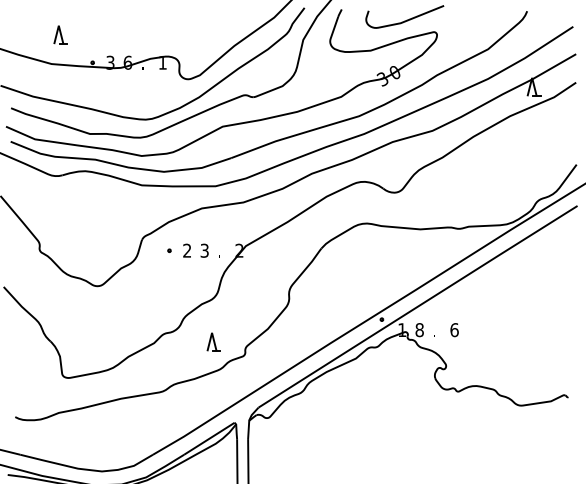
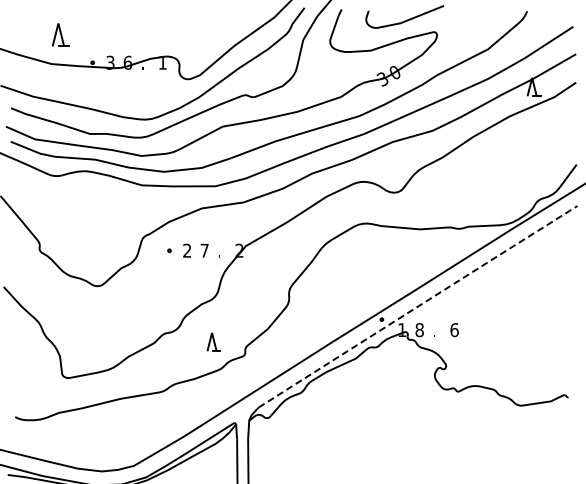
part at (60, 34) size: 15x20 px -> 18x24 px
text at (204, 250): 3 -> 7
line at (418, 306): solid -> dashed
